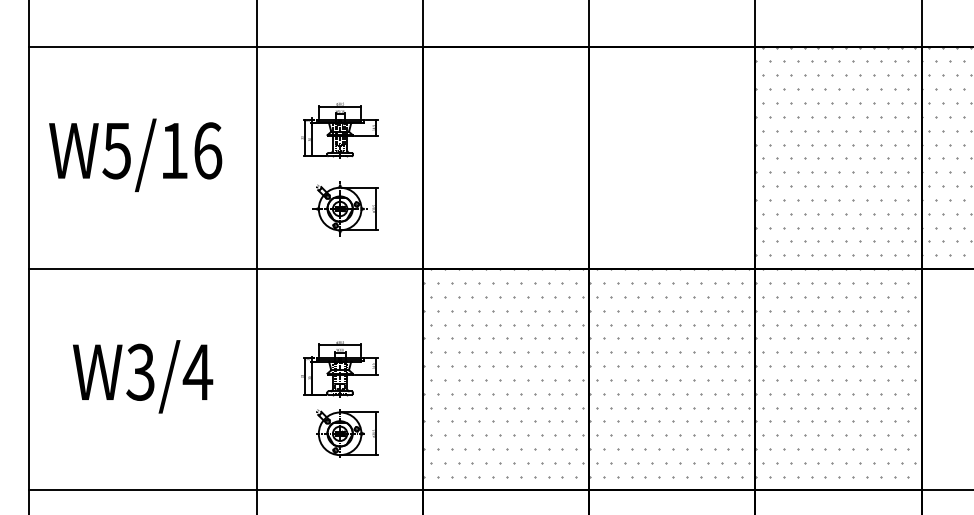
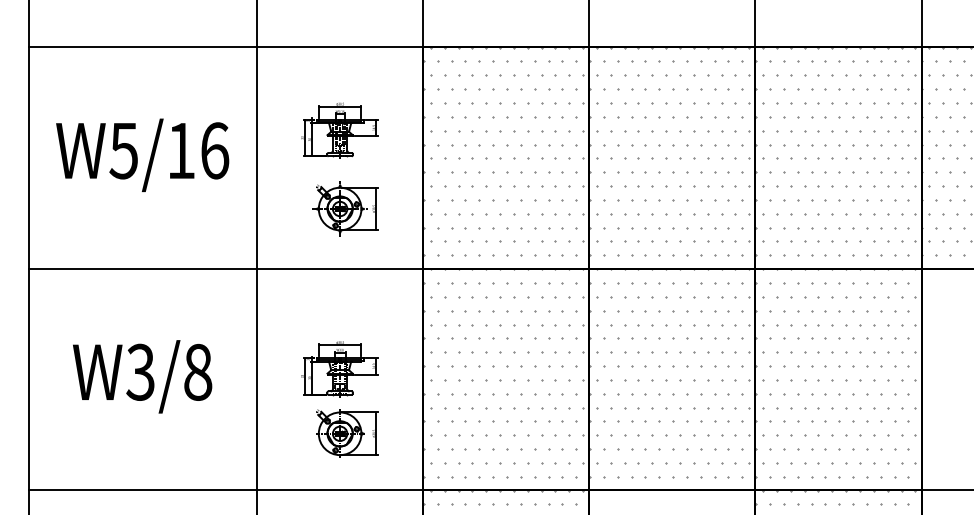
hatch at (503, 151): none -> present
hatch at (669, 151): none -> present
text at (135, 154) position: (135, 154) -> (142, 154)
text at (197, 371): W3/4 -> W3/8
hatch at (503, 497): none -> present
hatch at (835, 497): none -> present
